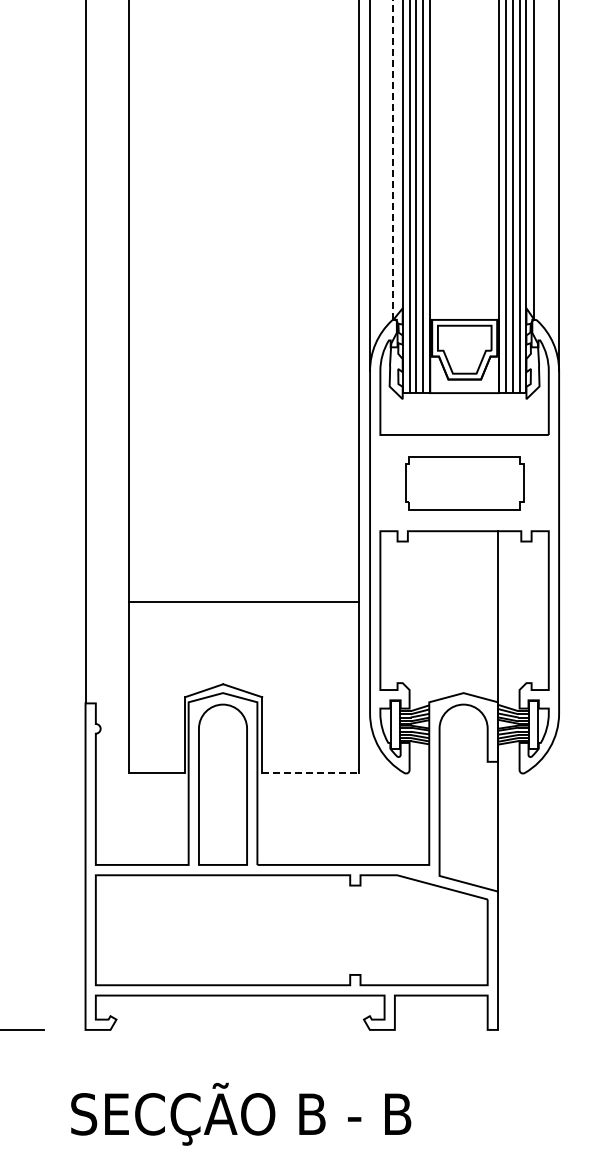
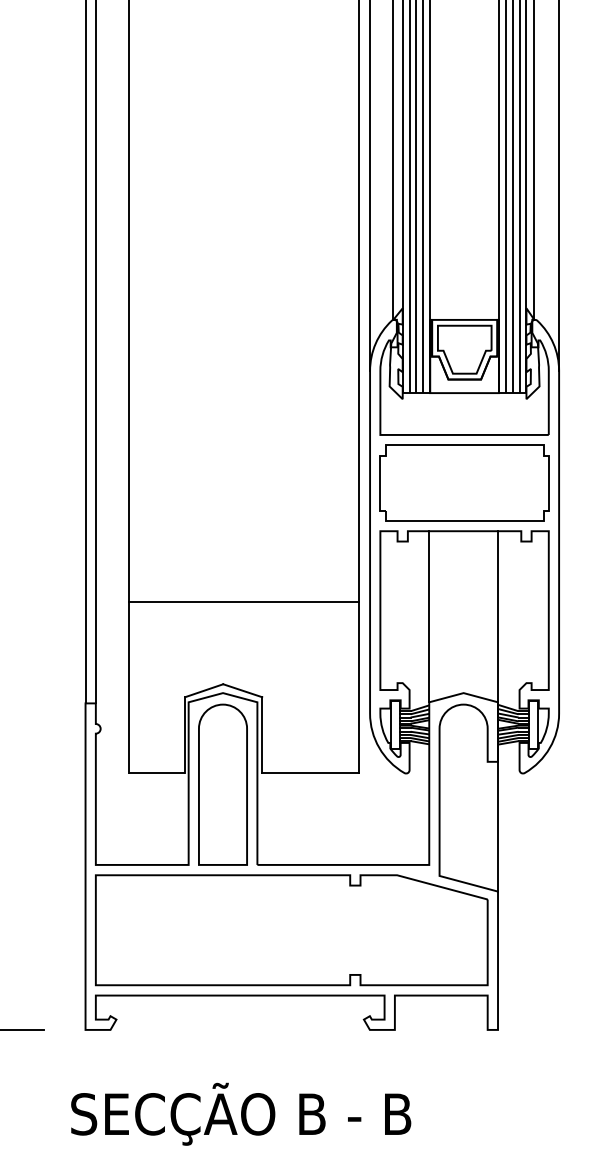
line at (393, 159): dashed -> solid
line at (95, 352): none -> present
part at (464, 483) size: 120x55 px -> 171x78 px
line at (429, 616): none -> present
line at (311, 773): dashed -> solid
